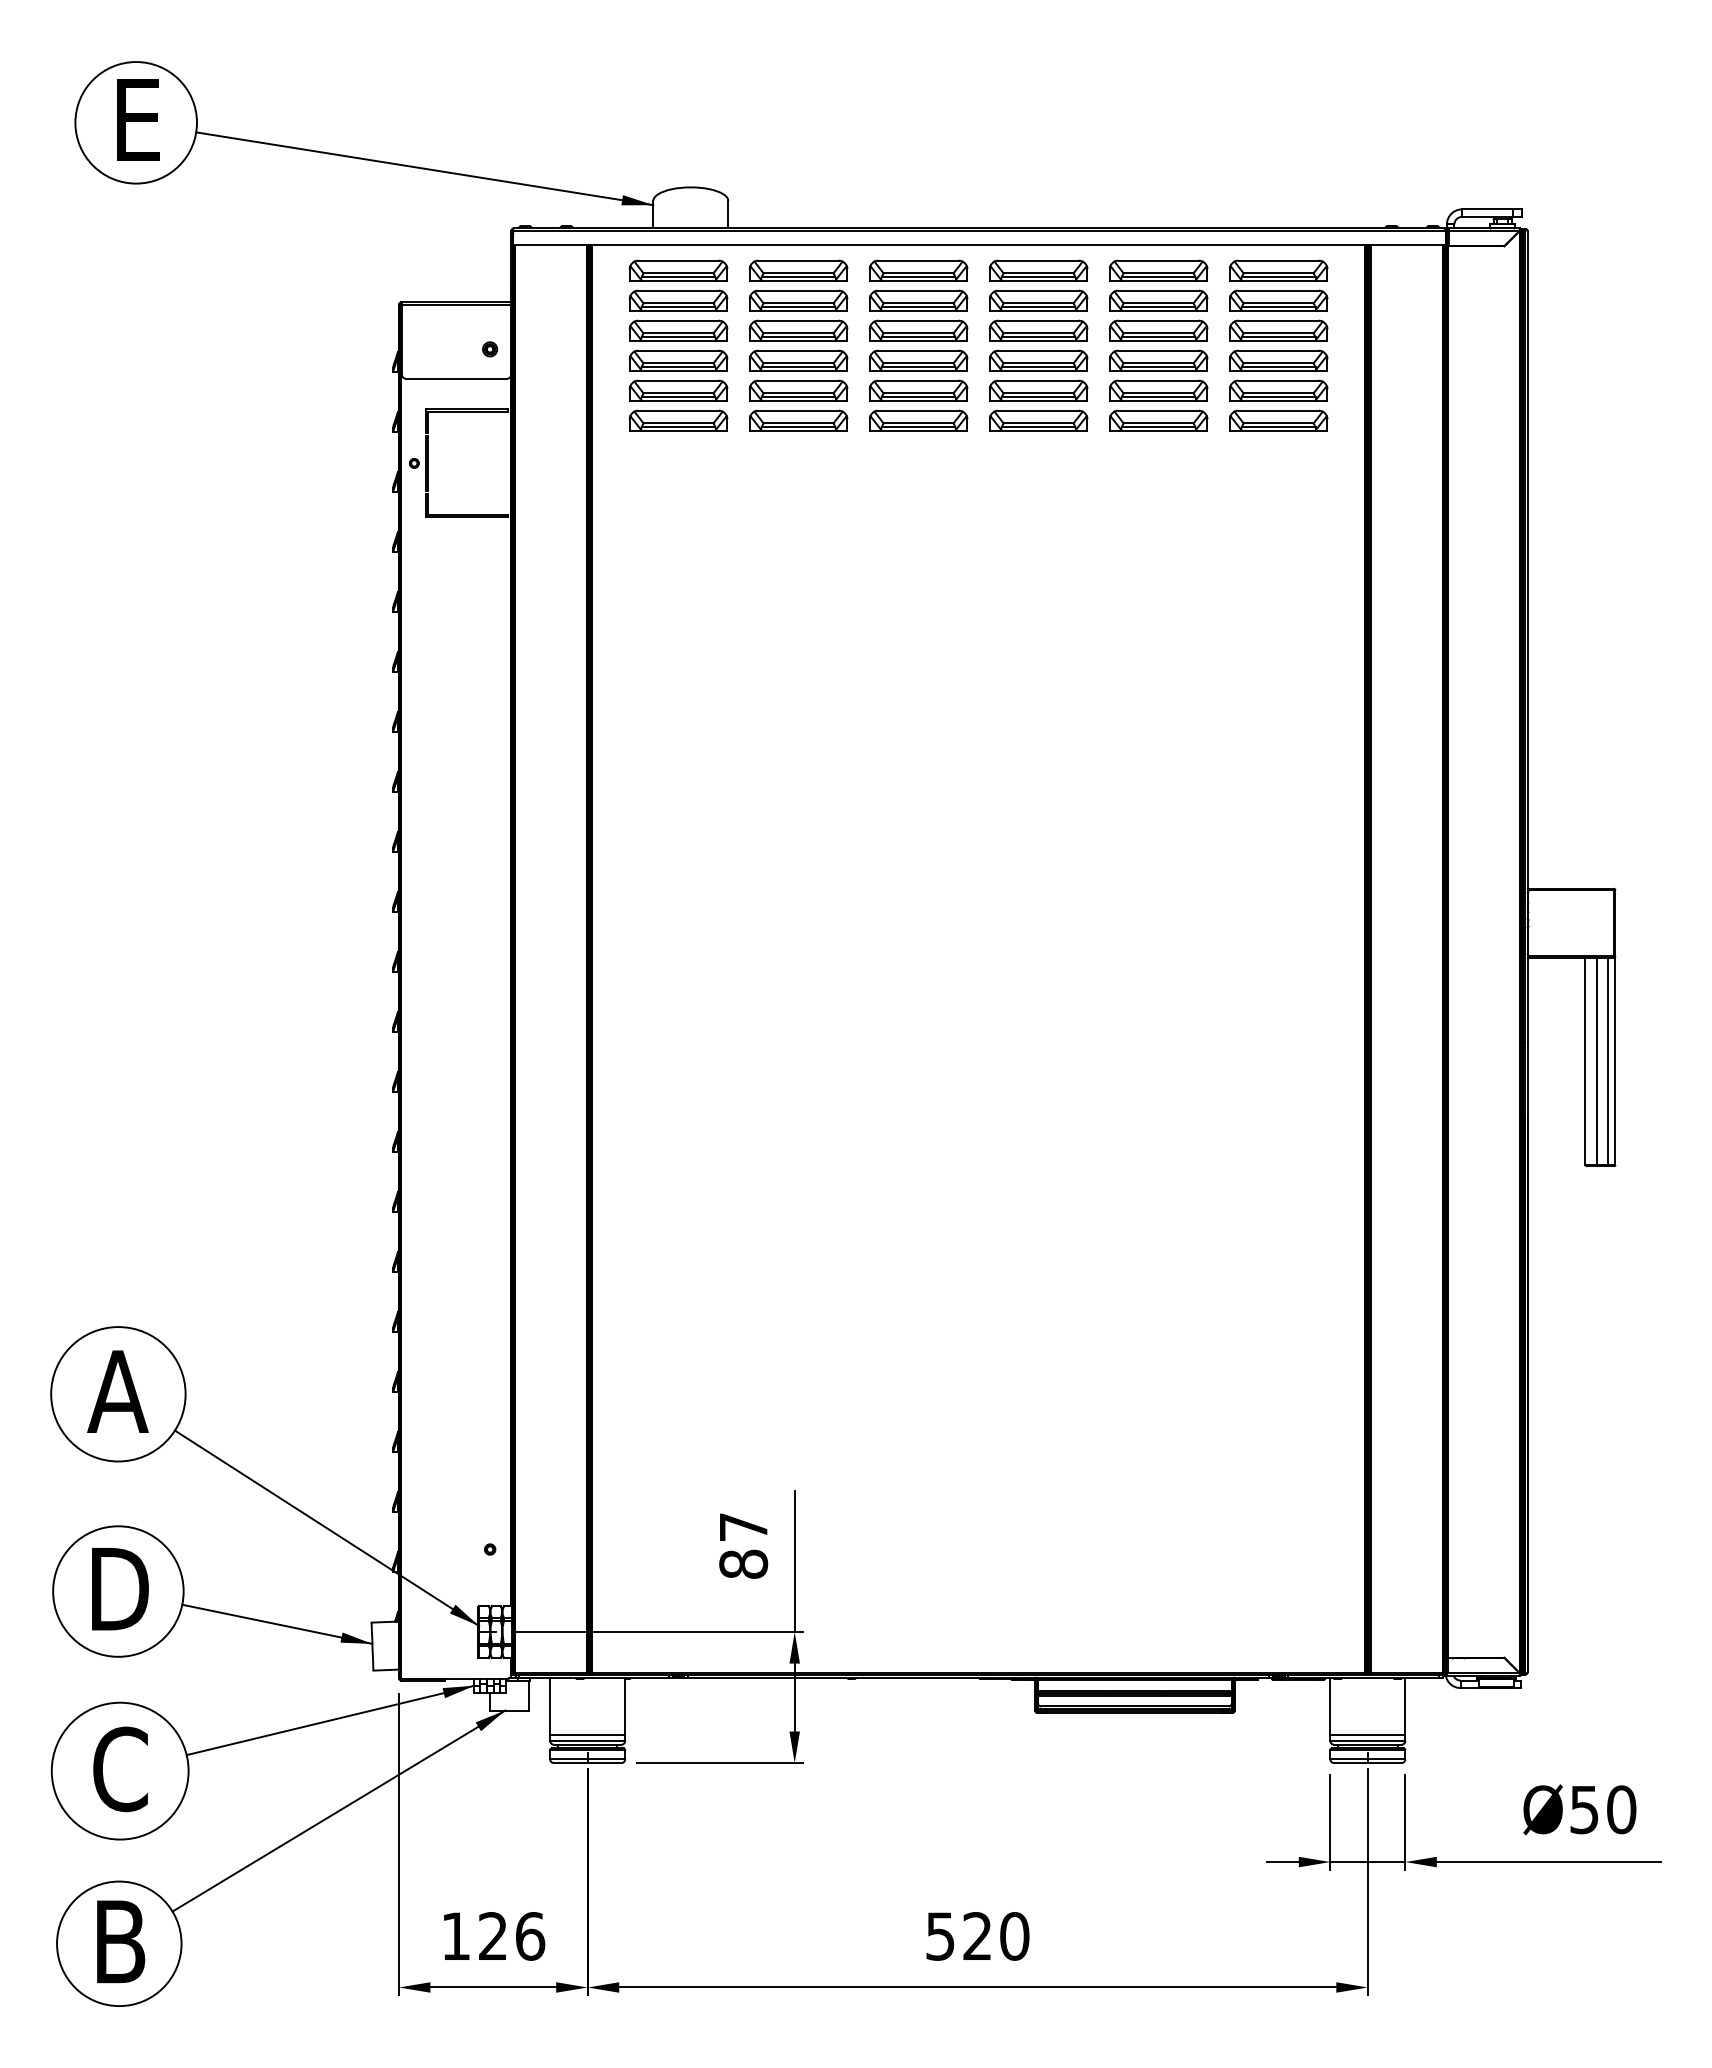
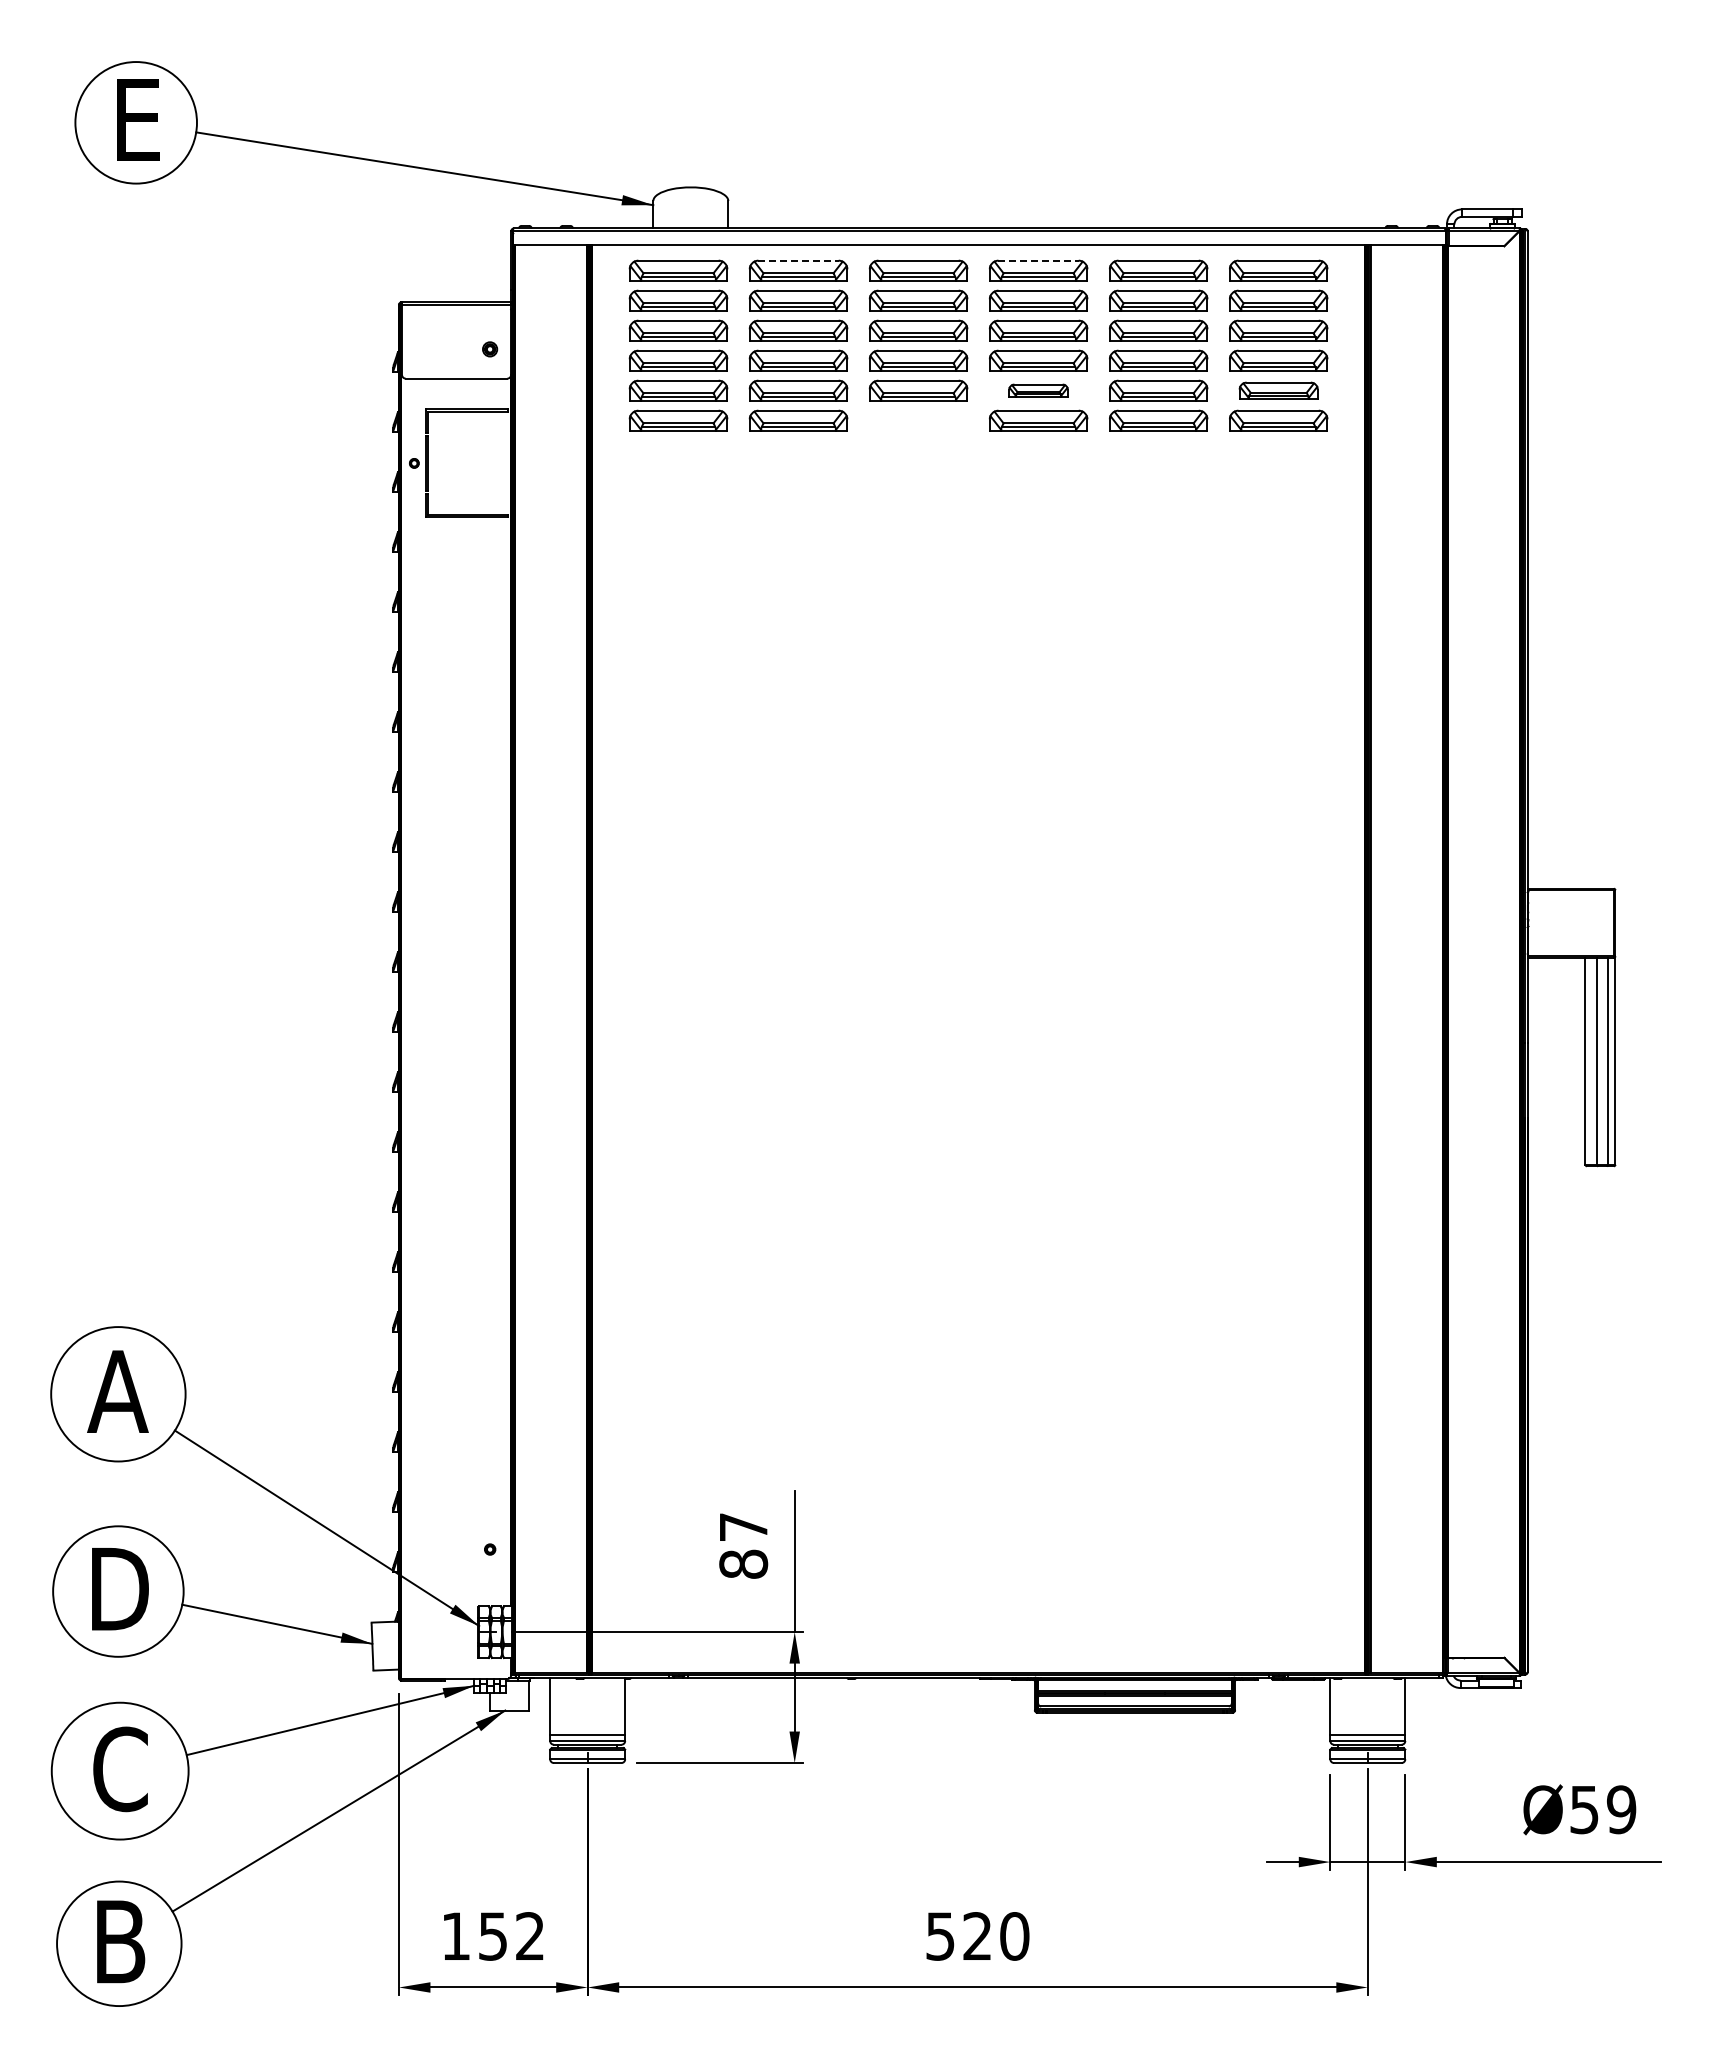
line at (799, 260): solid -> dashed
line at (1039, 260): solid -> dashed
part at (1038, 390) size: 101x23 px -> 61x15 px
part at (1278, 390) size: 100x23 px -> 81x19 px
part at (918, 420): present -> none
text at (1621, 1809): Ø50 -> Ø59
text at (512, 1936): 126 -> 152
